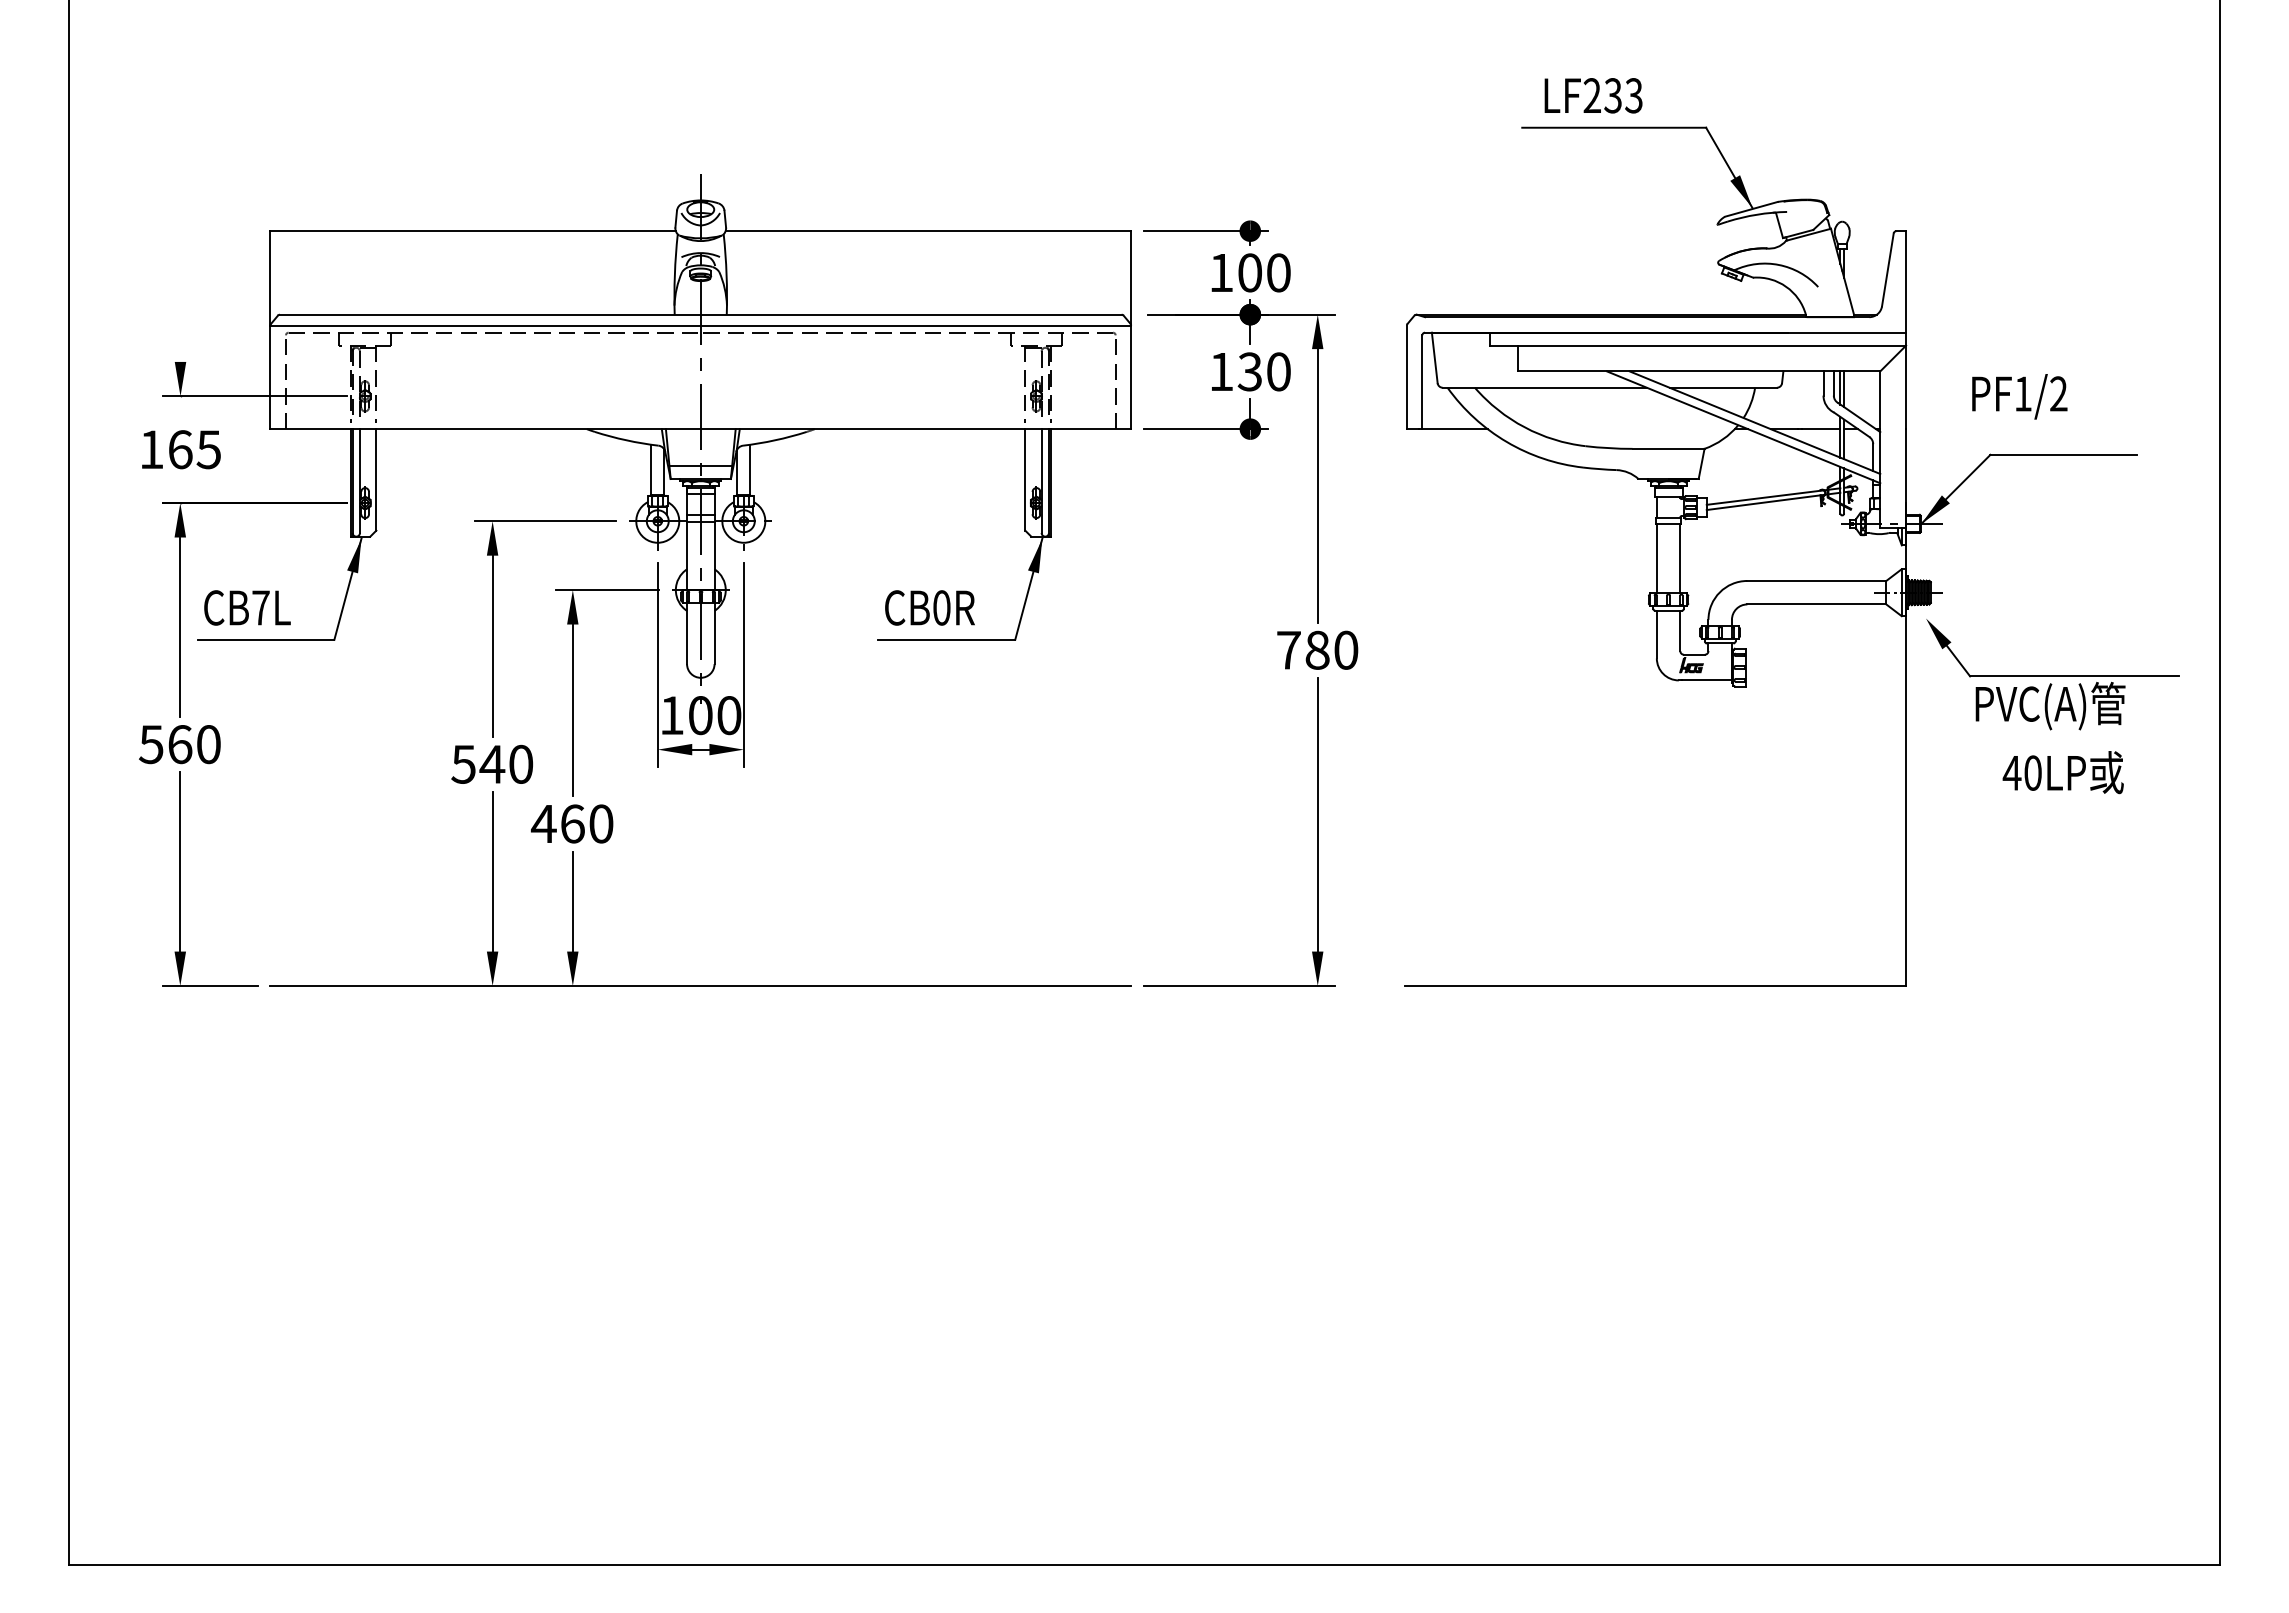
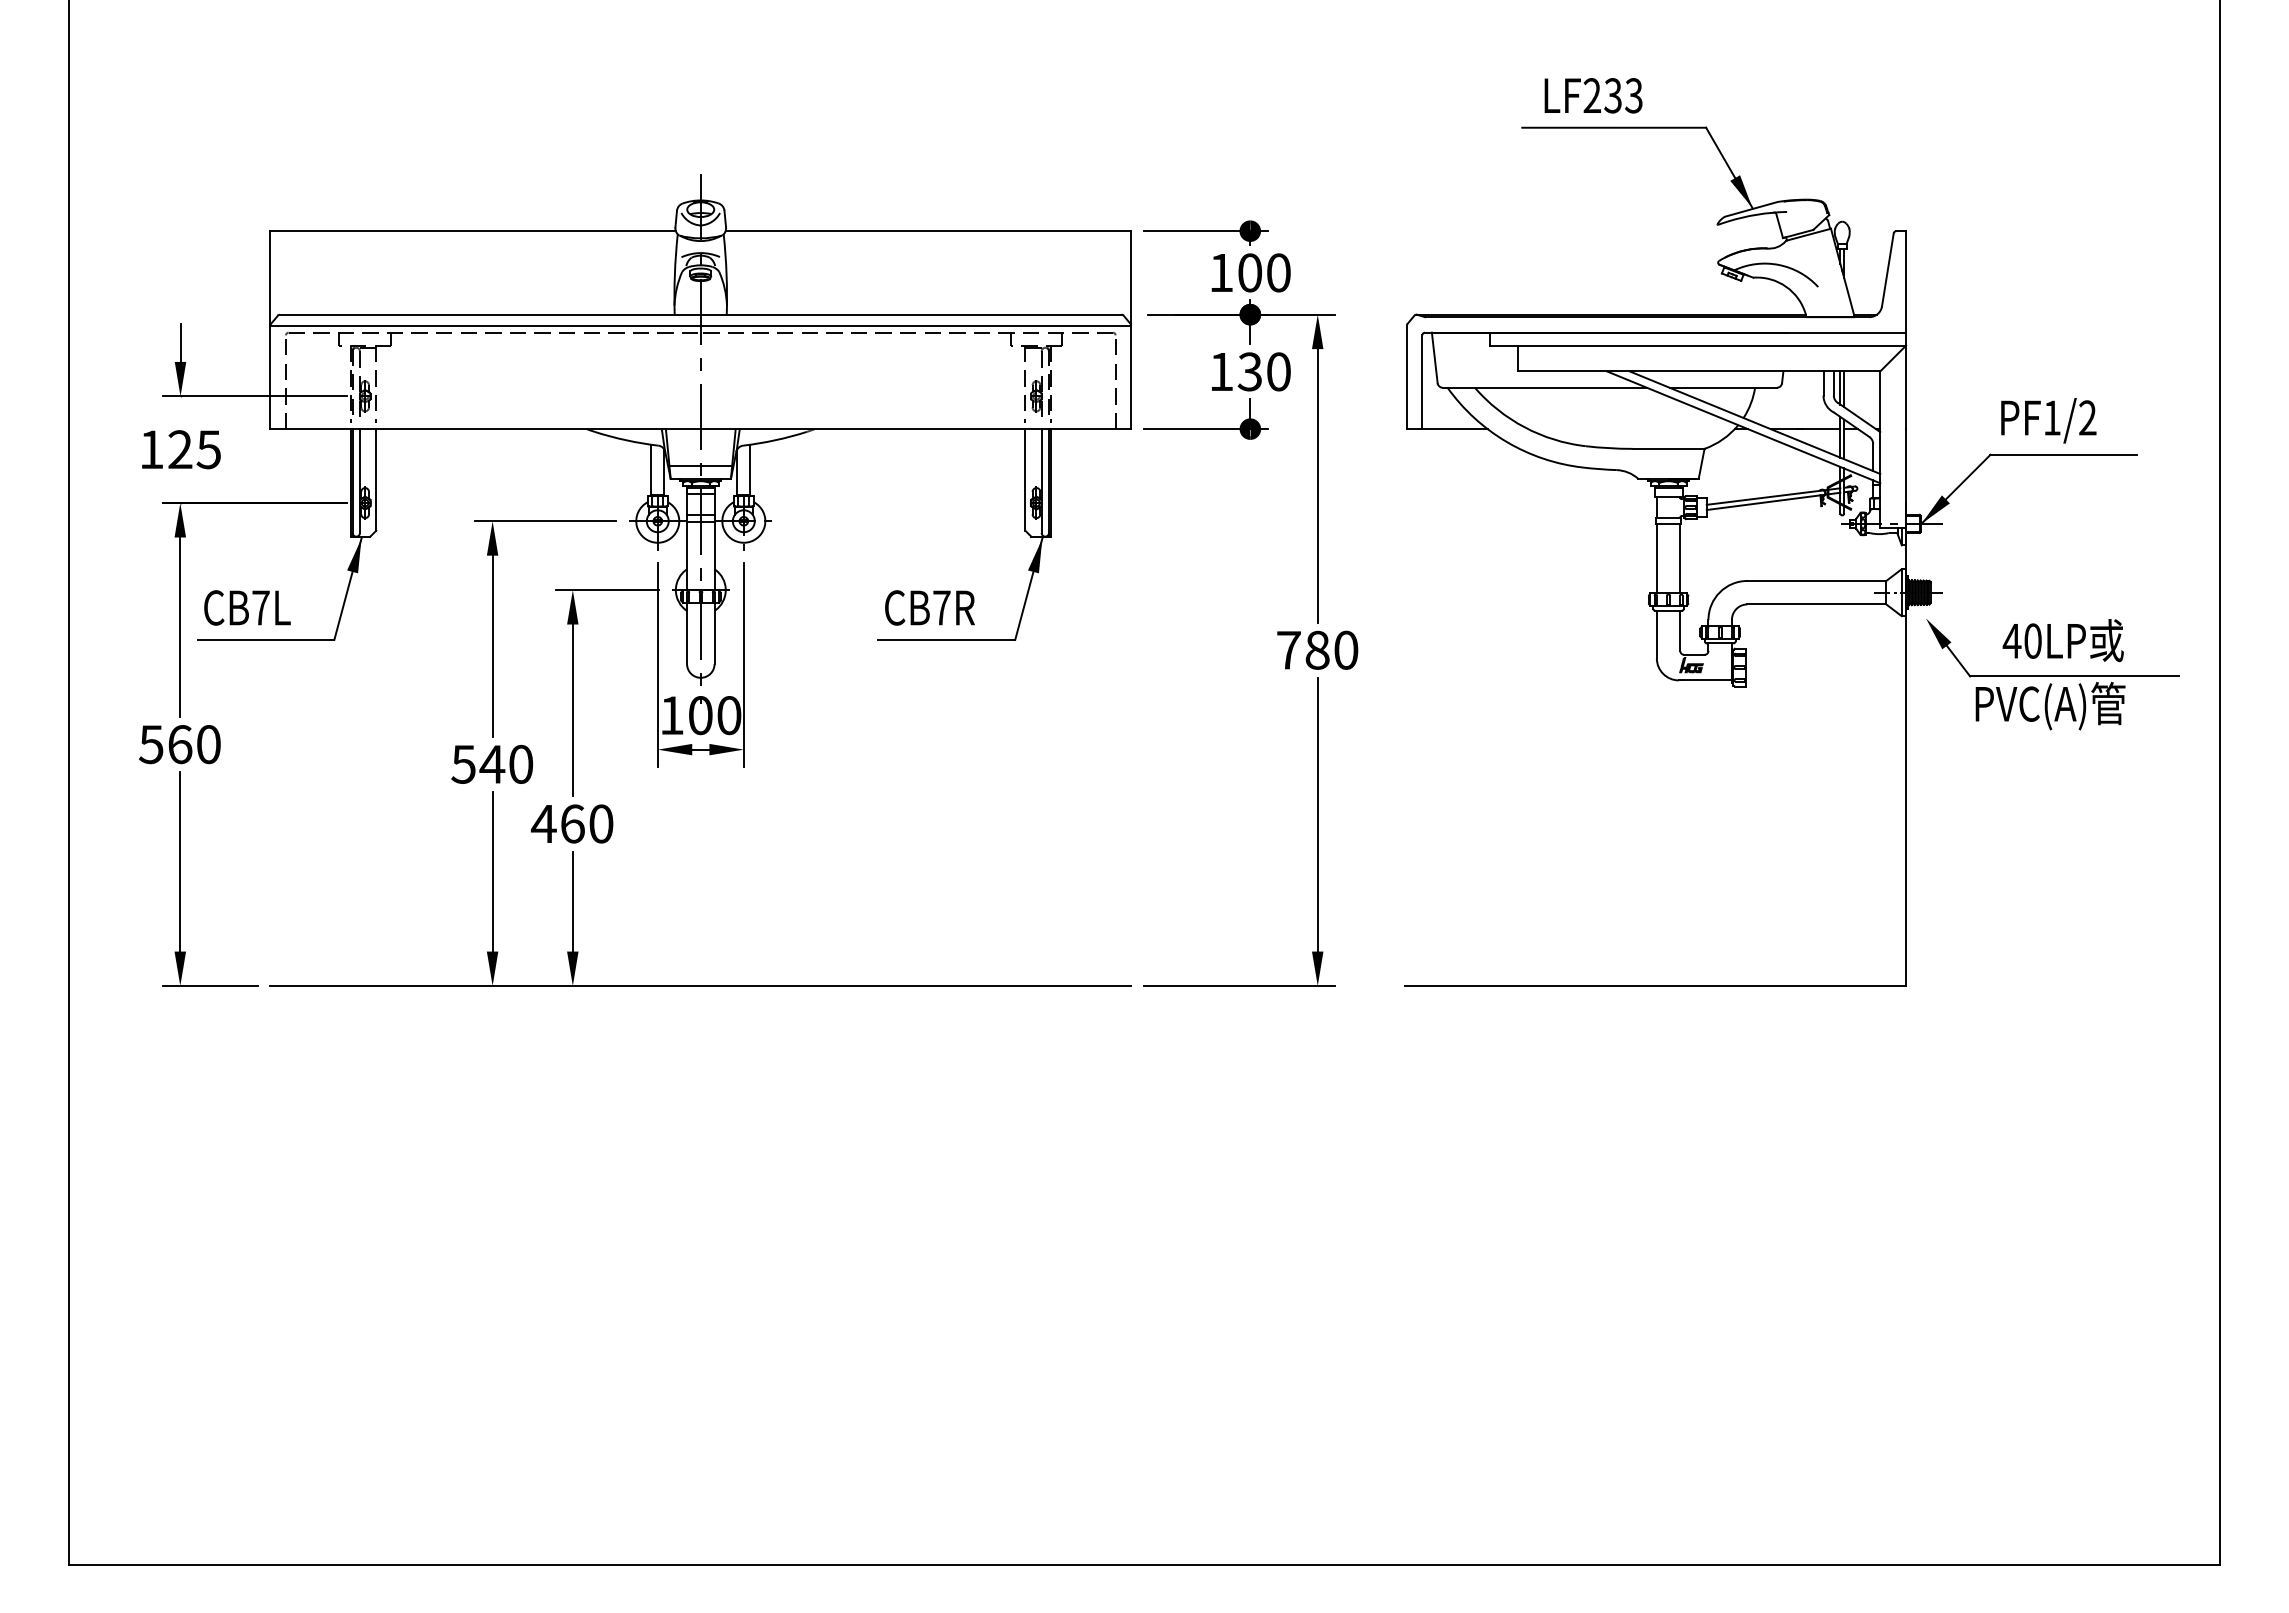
line at (180, 342): none -> present
text at (2019, 396) position: (2019, 396) -> (2048, 420)
text at (180, 449): 165 -> 125
text at (941, 607): CB0R -> CB7R
text at (2062, 772) position: (2062, 772) -> (2062, 640)
